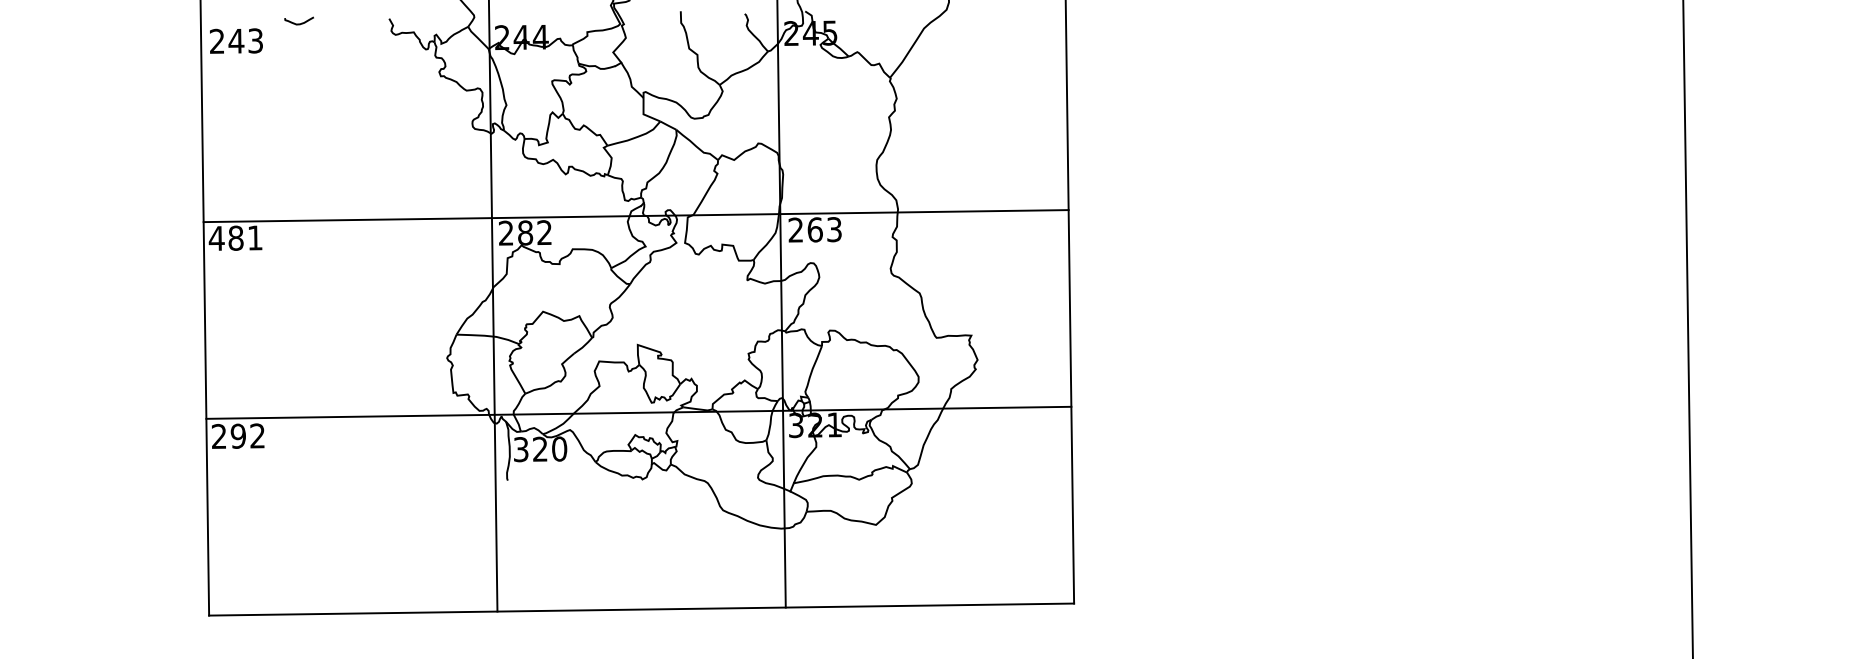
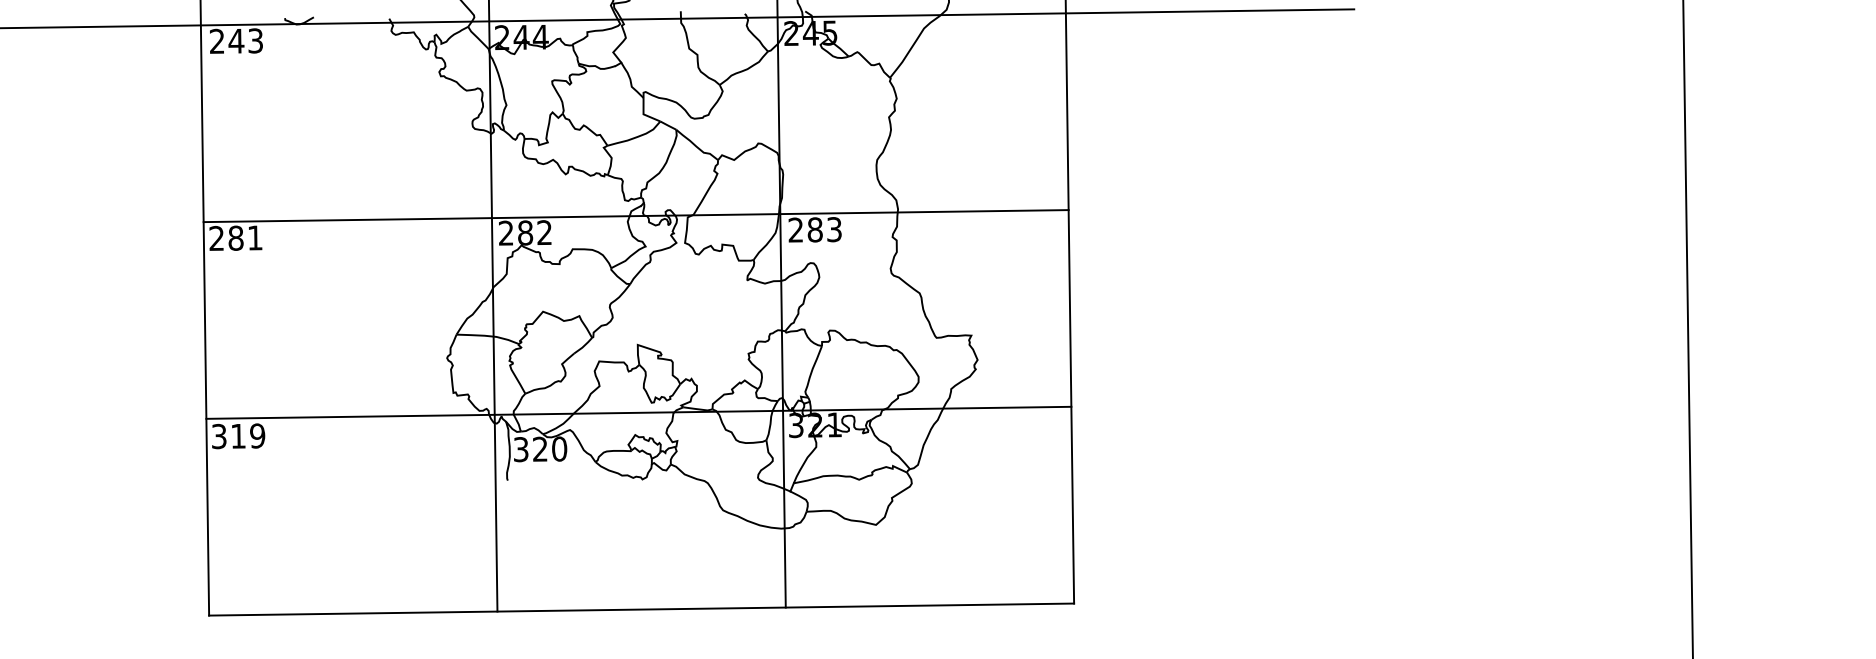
line at (678, 18): none -> present
text at (814, 229): 263 -> 283
text at (216, 237): 481 -> 281
text at (238, 436): 292 -> 319
